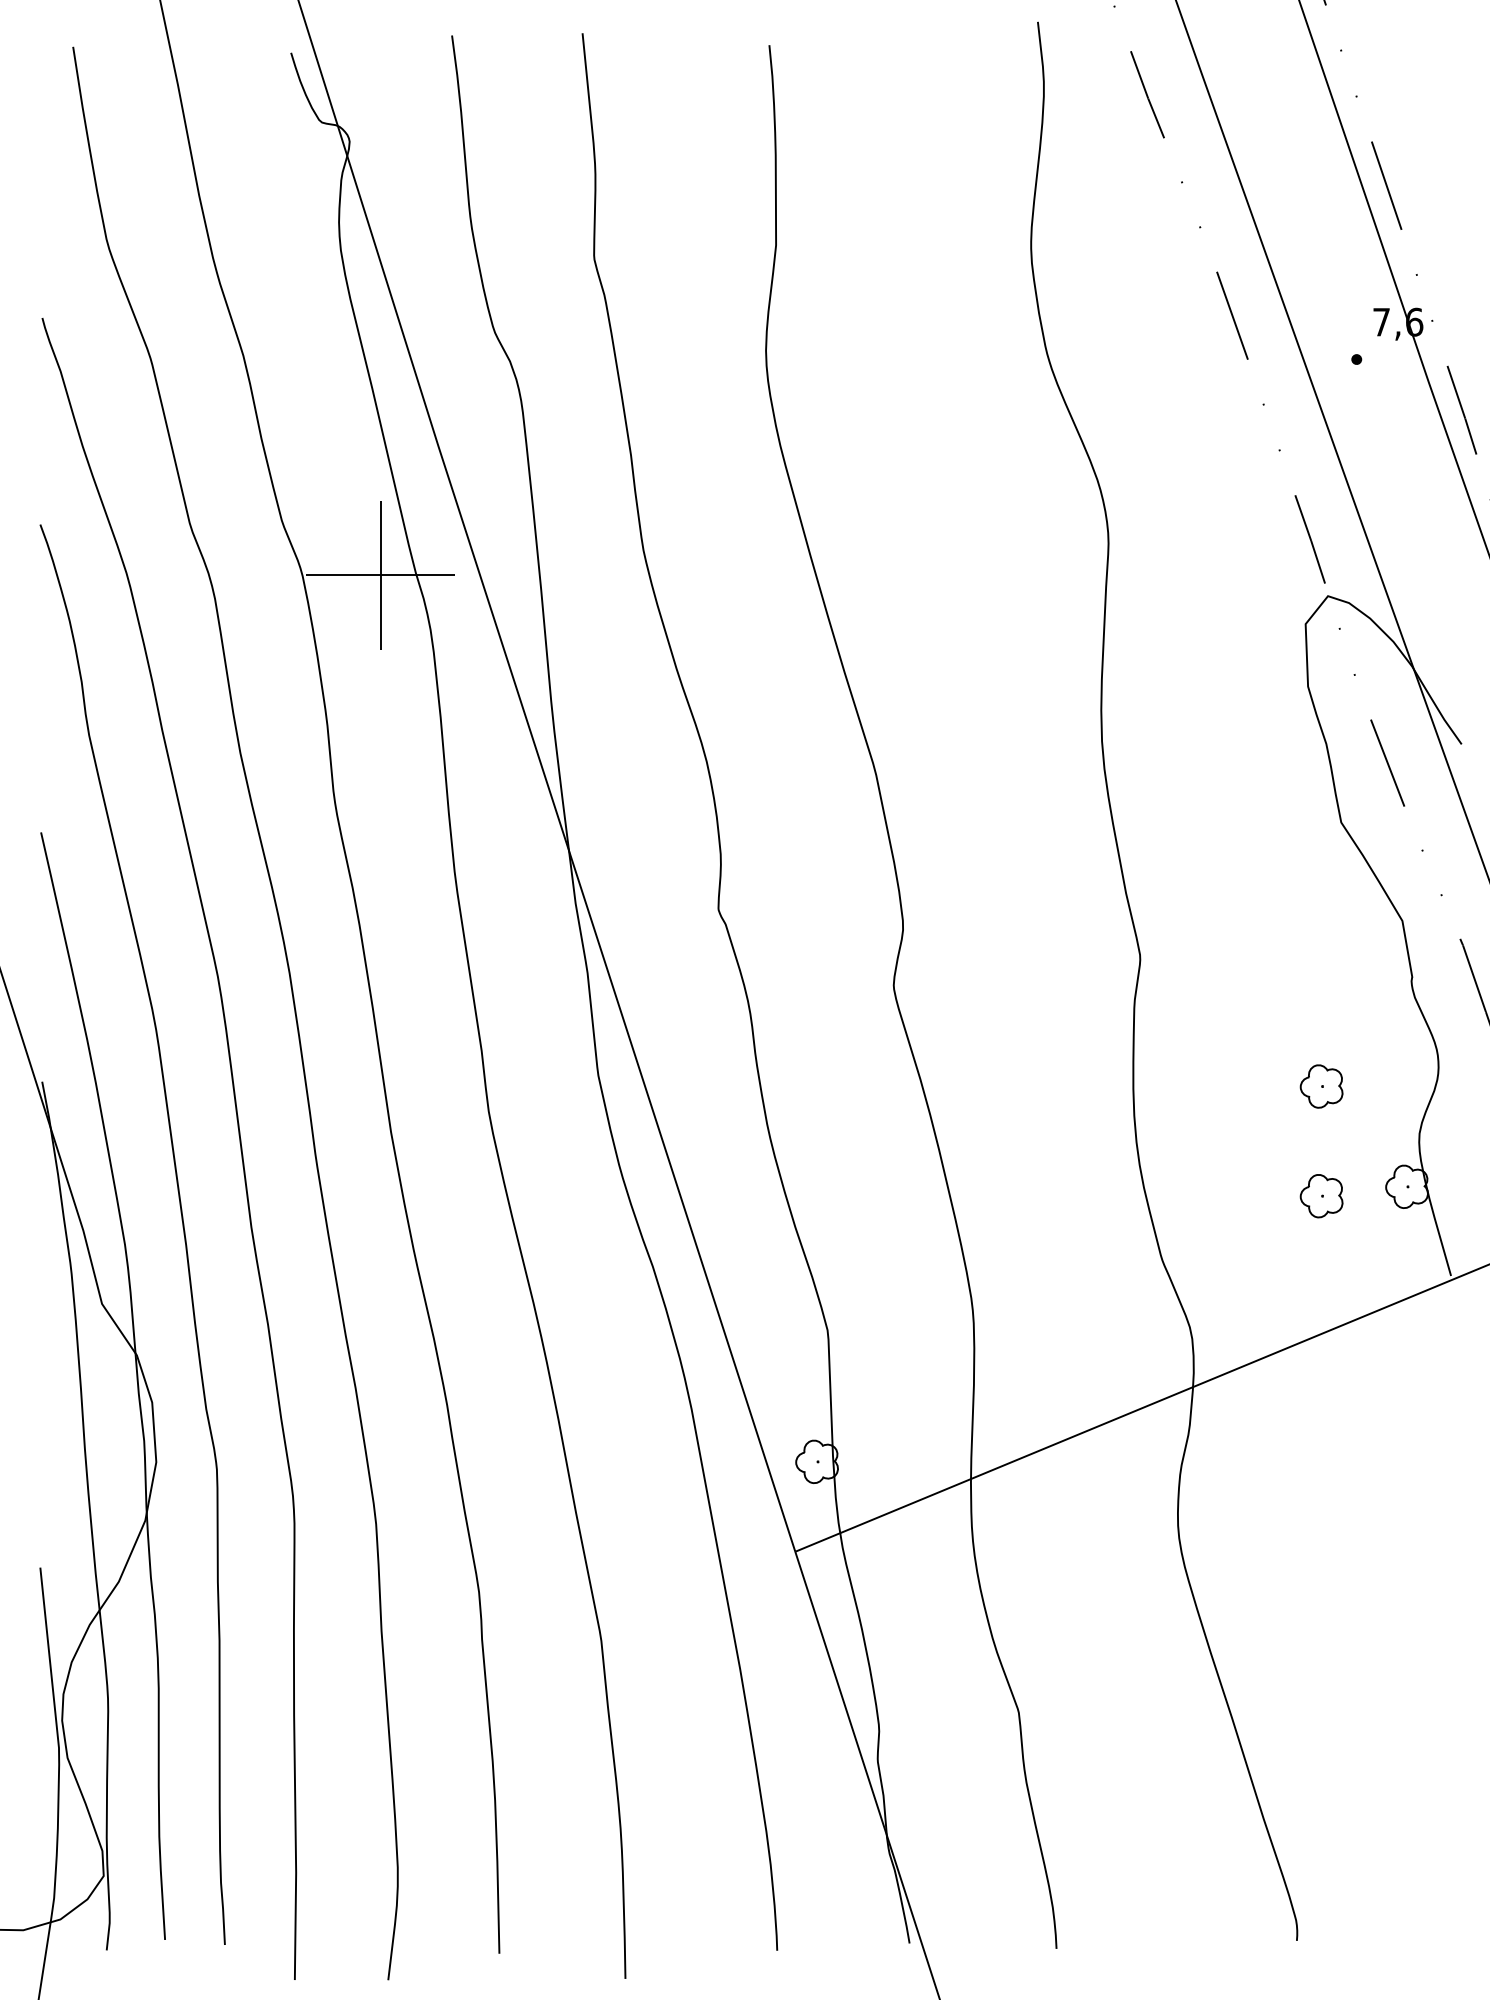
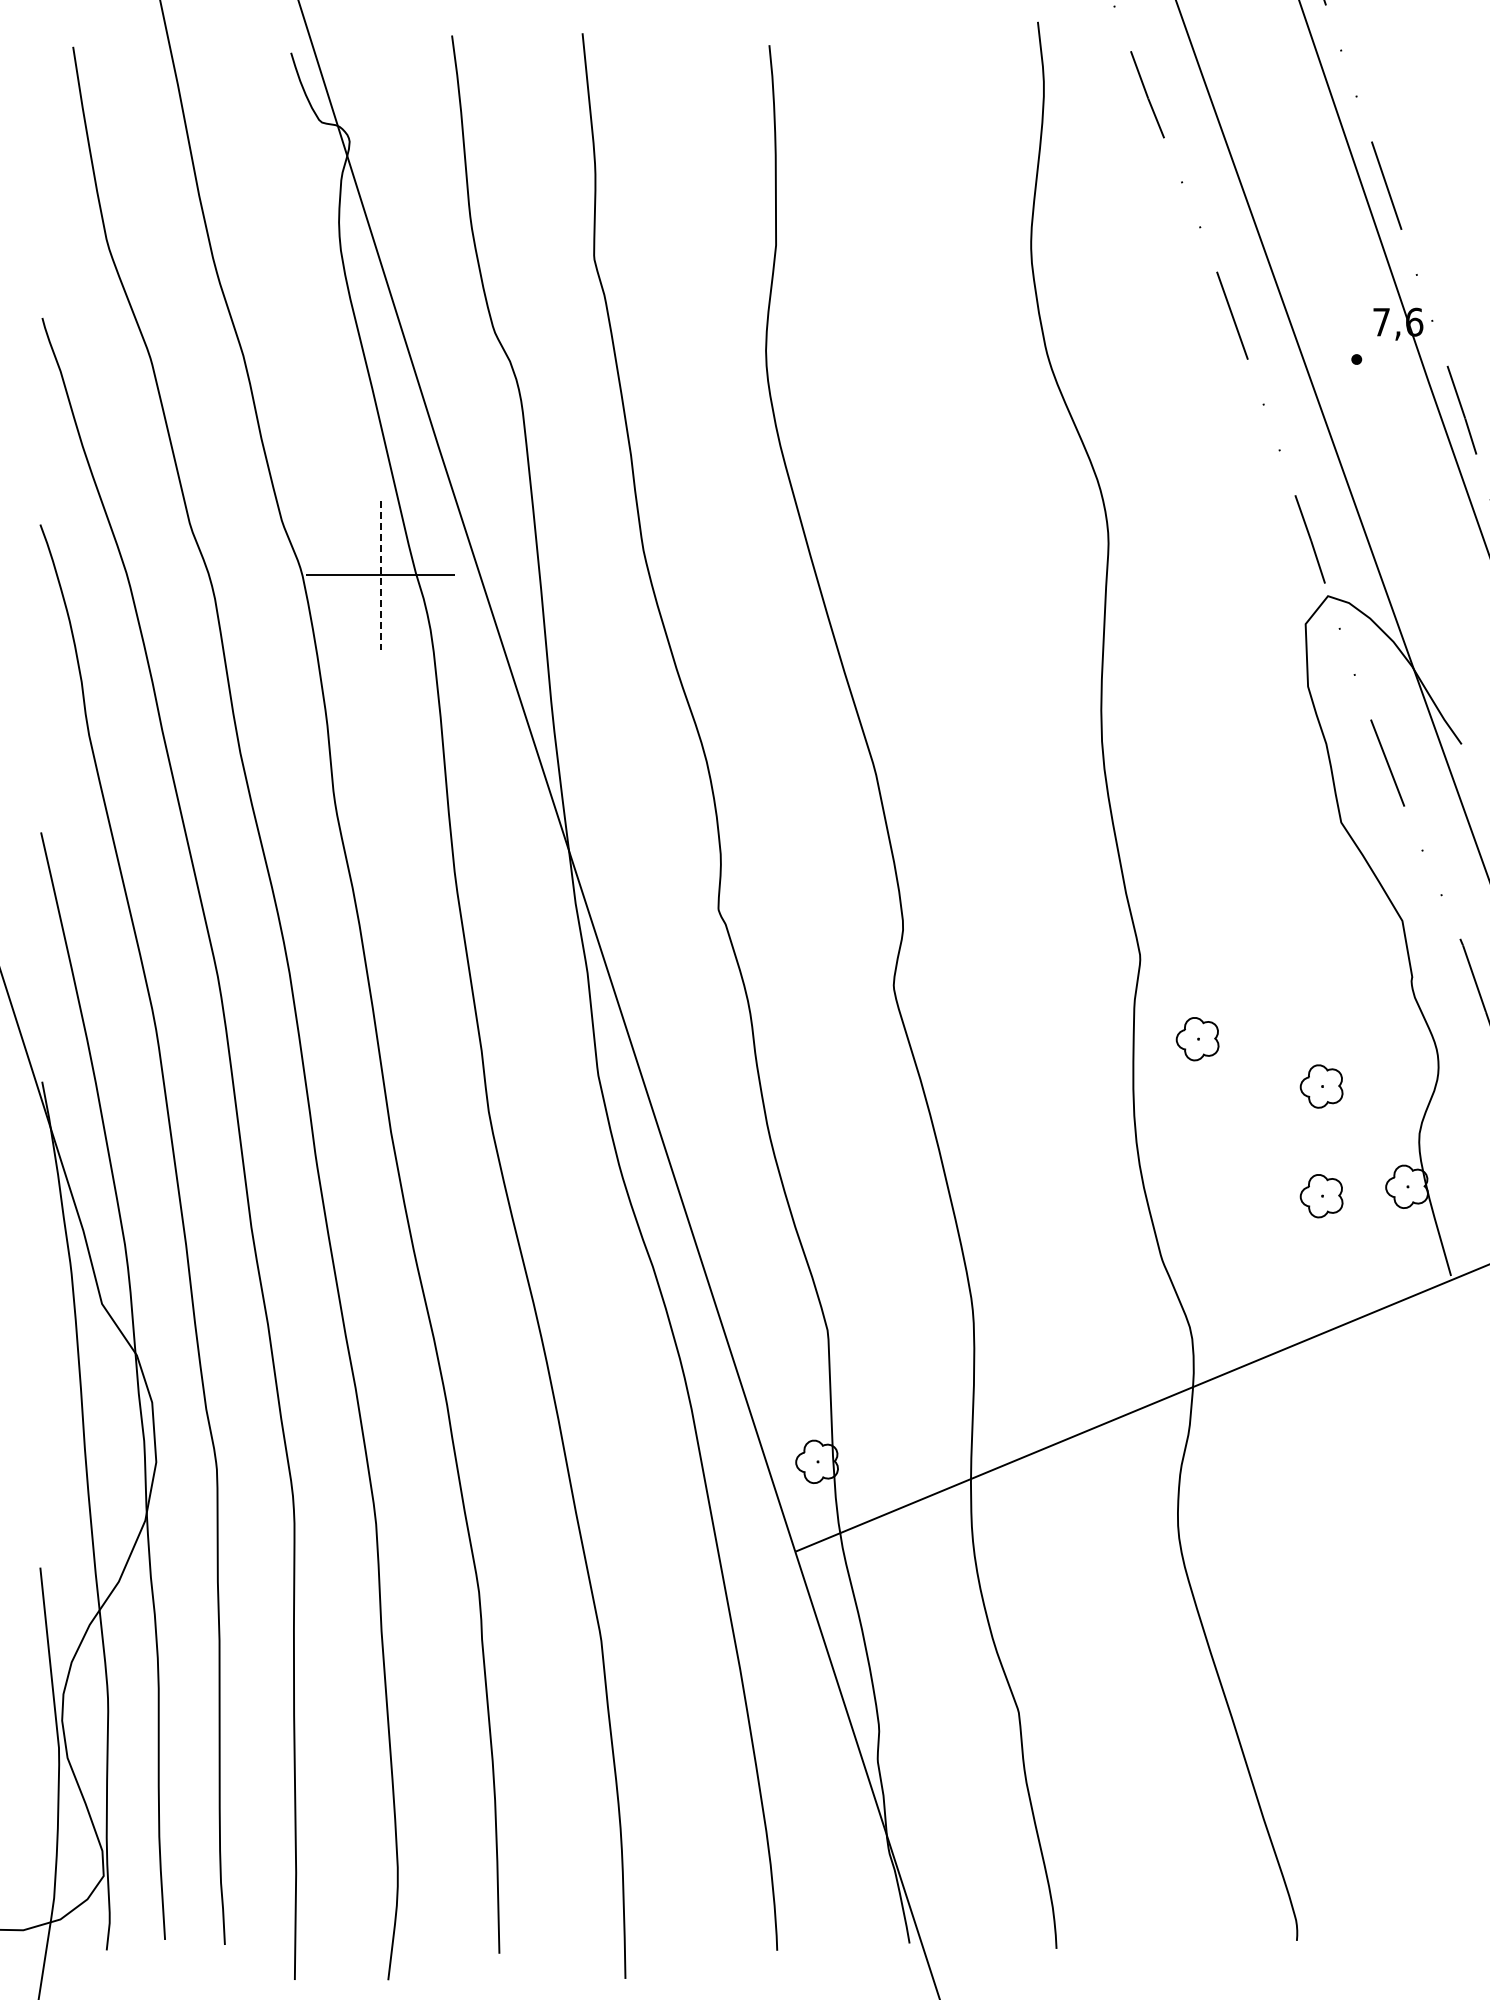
line at (380, 575): solid -> dashed
part at (1197, 1039): none -> present
